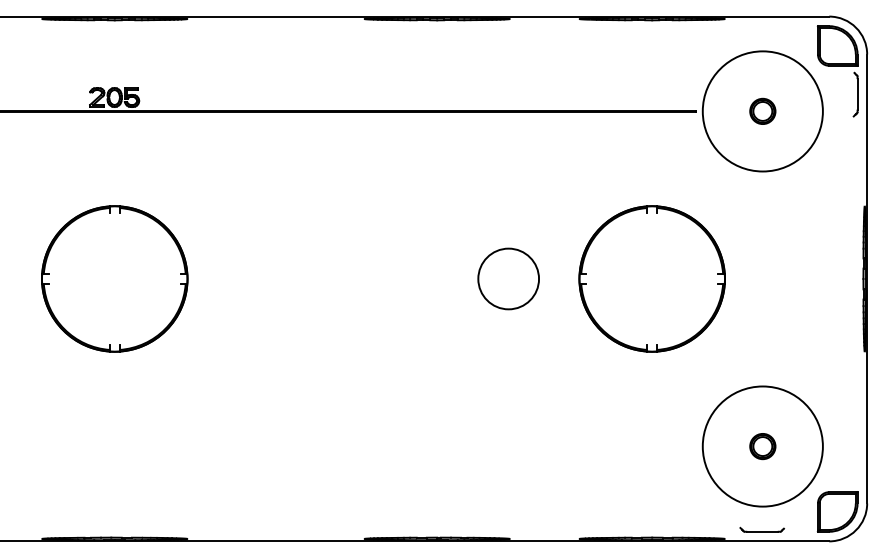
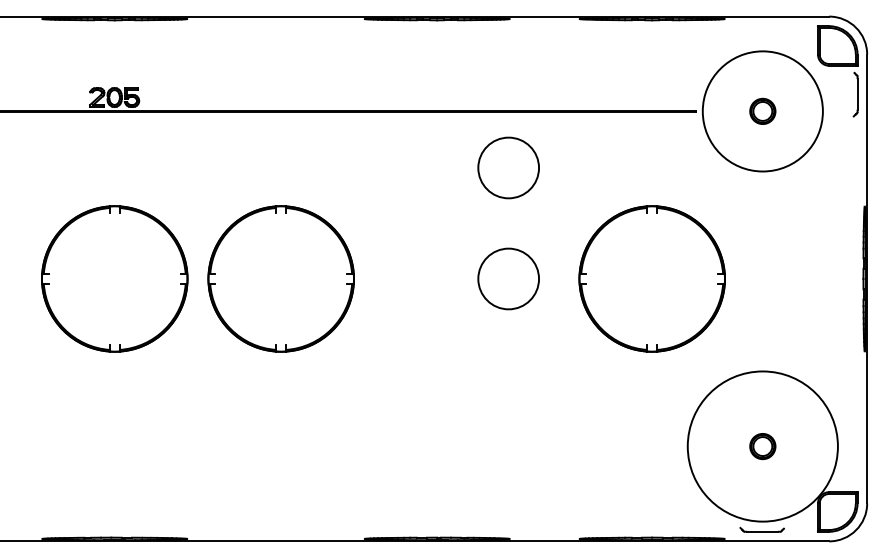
circle at (508, 167): none -> present
part at (280, 278): none -> present
circle at (762, 446) diameter: 120 px -> 150 px
